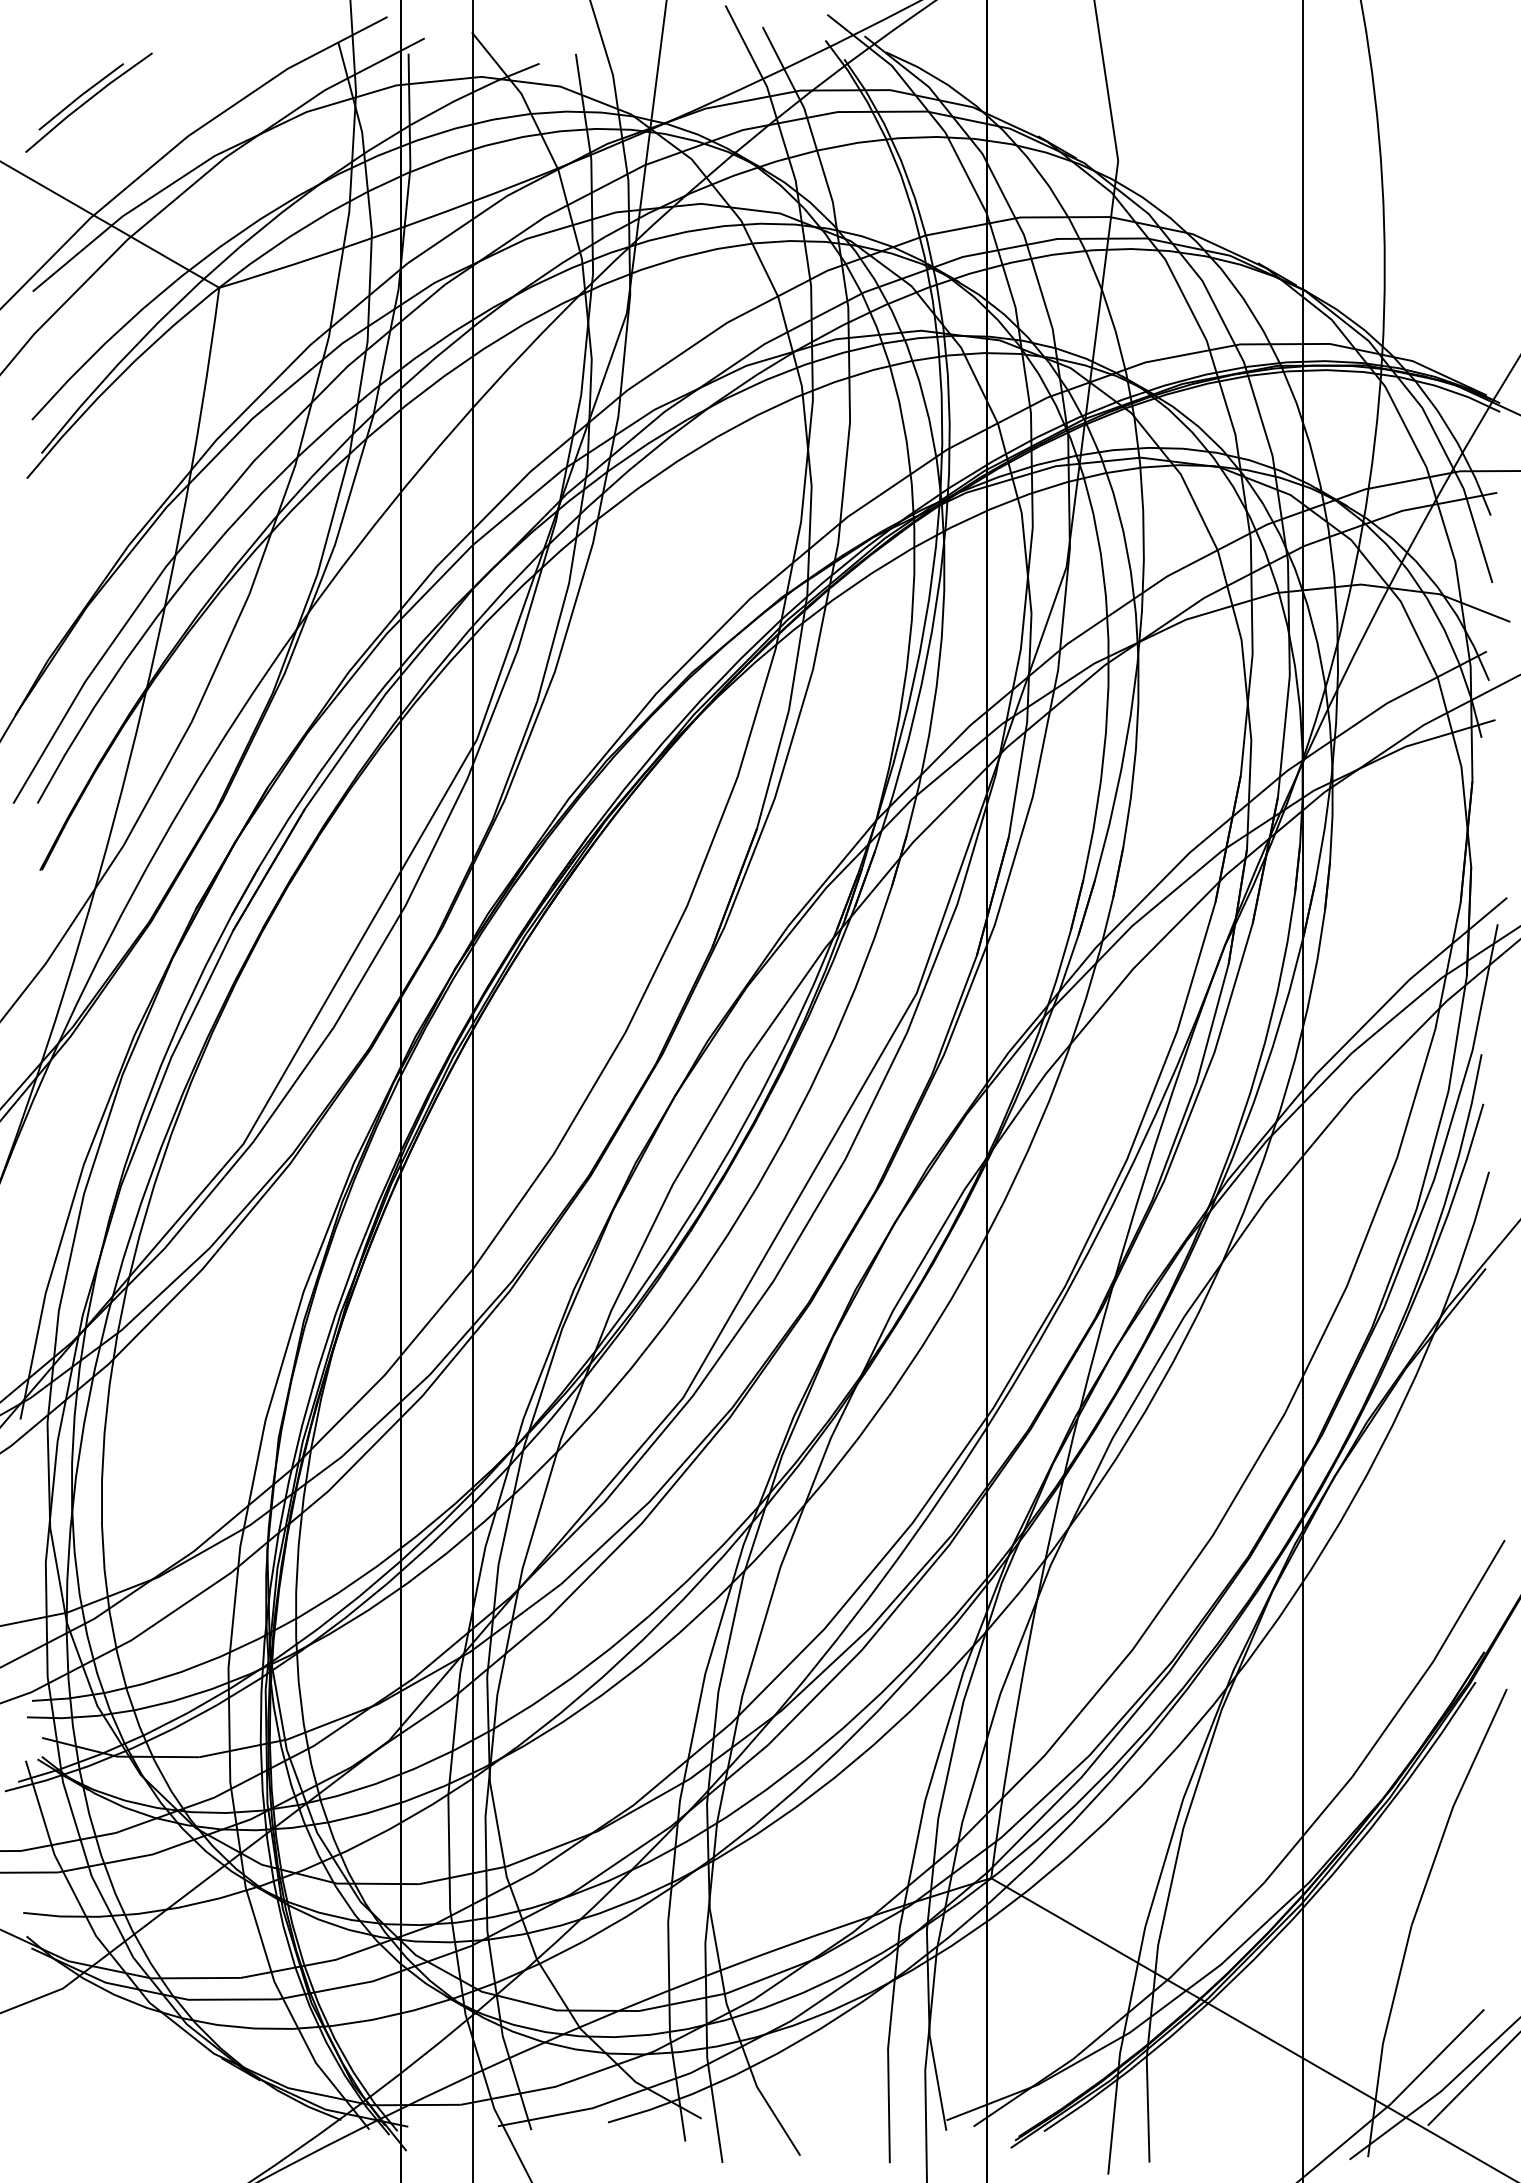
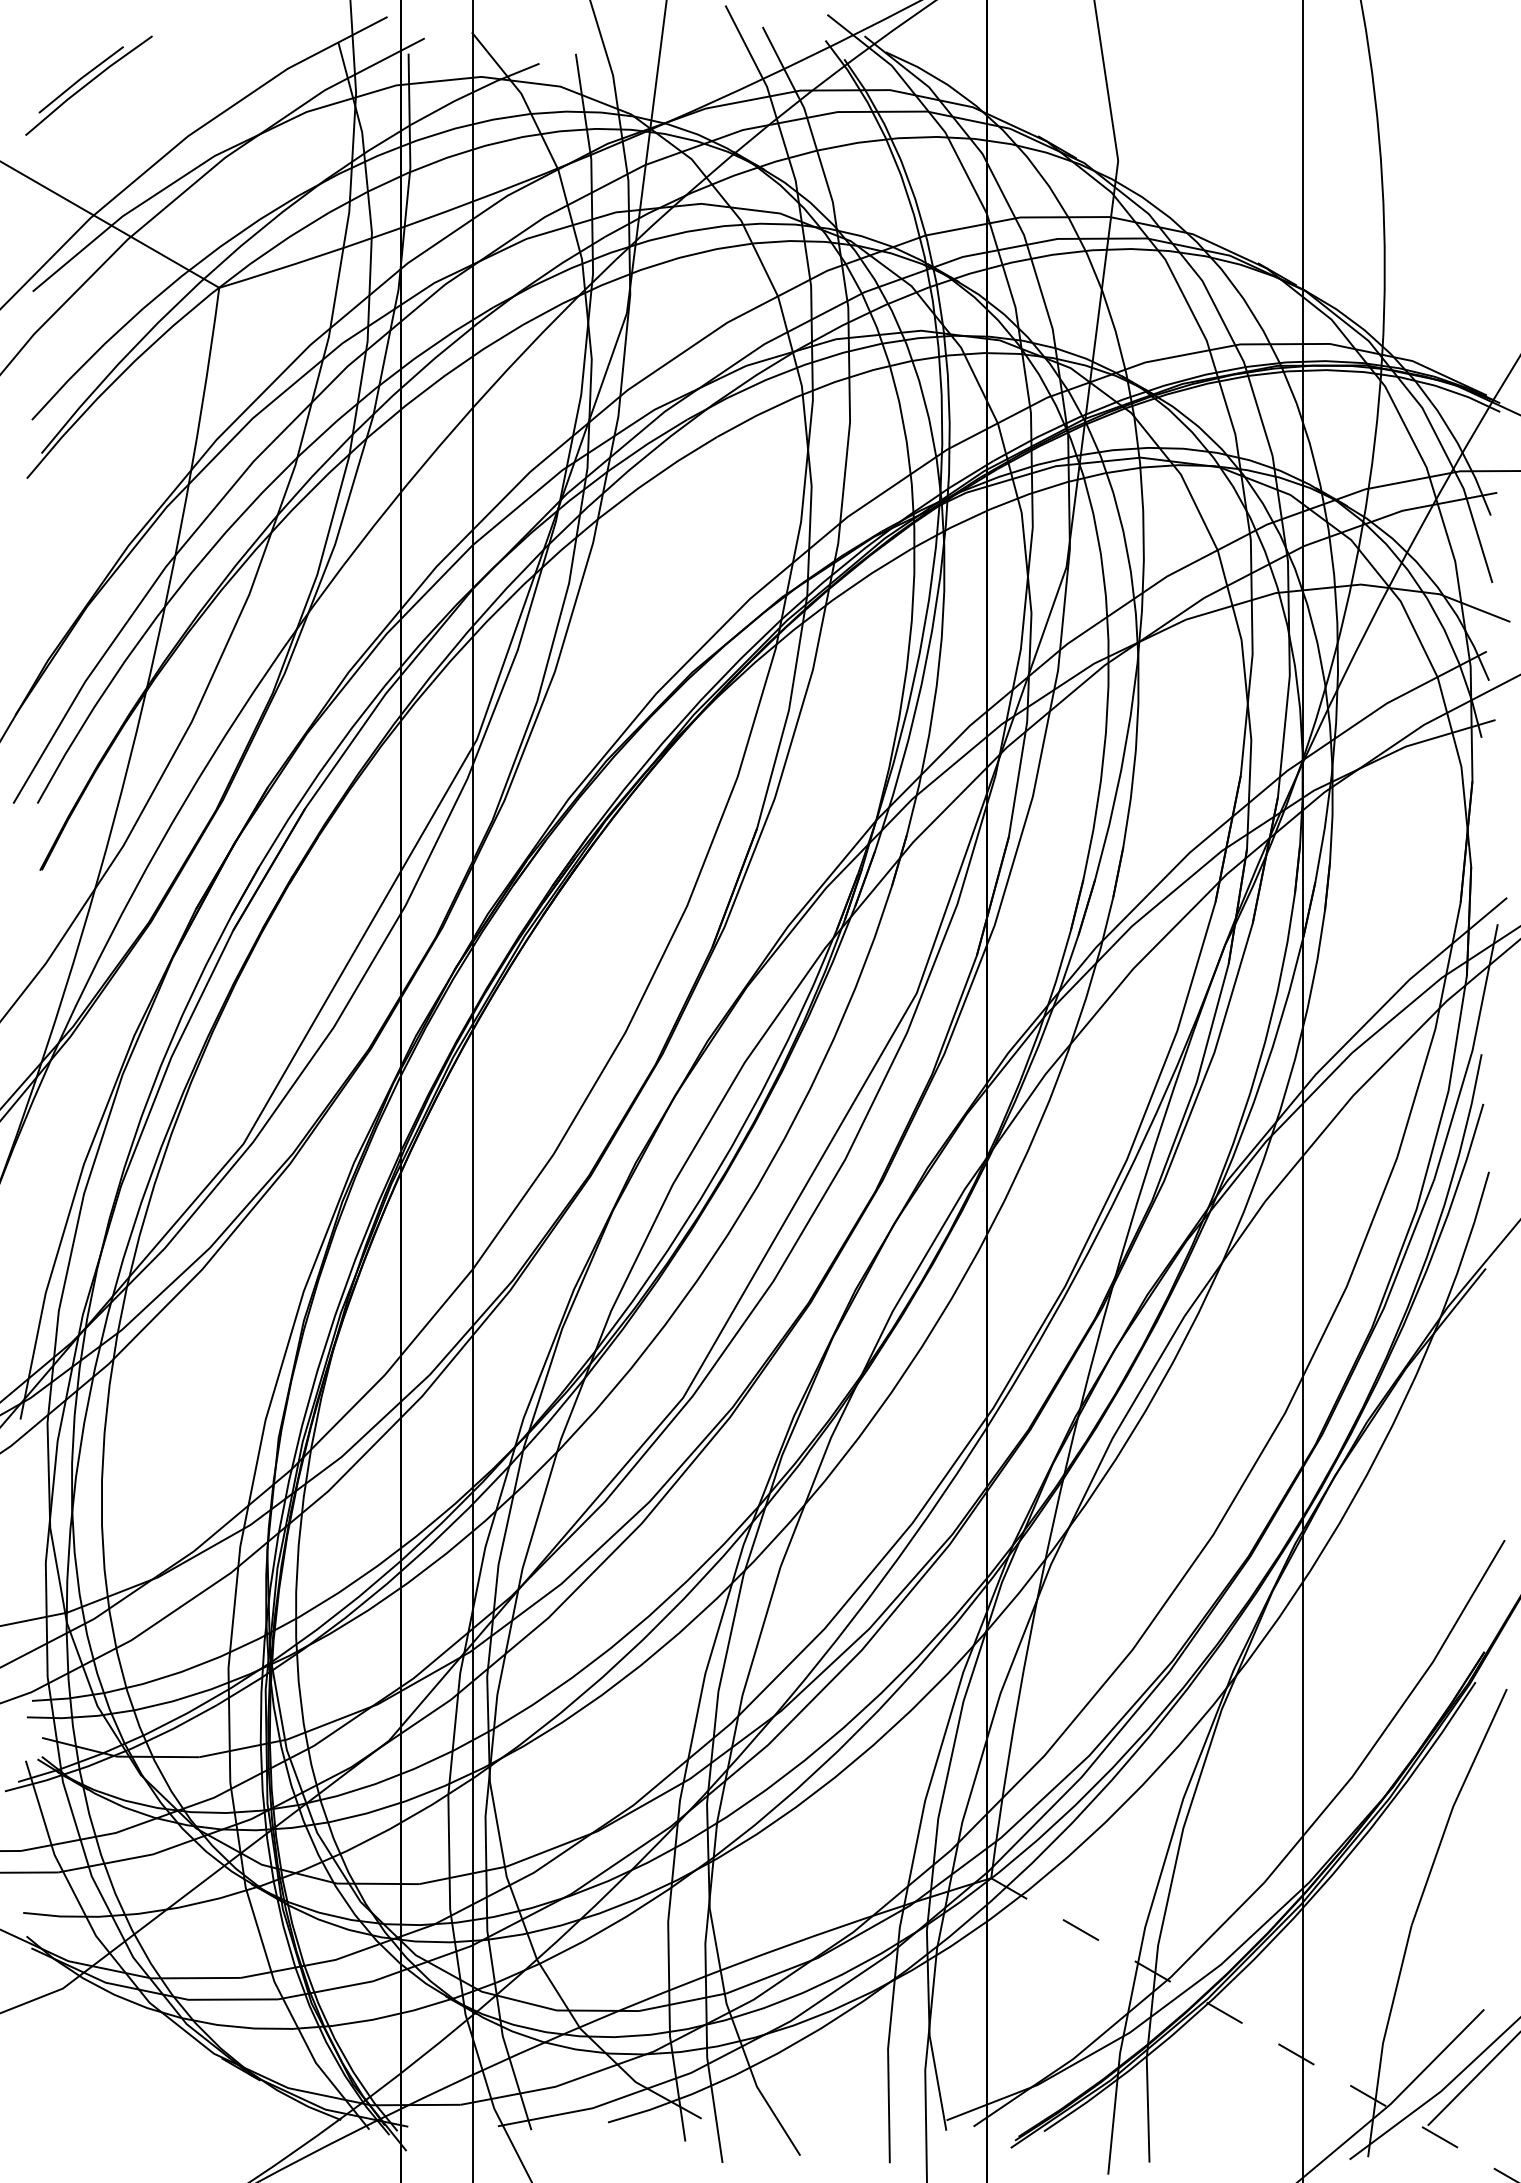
part at (88, 102) position: (88, 102) -> (88, 85)
line at (1254, 2030): solid -> dashed
